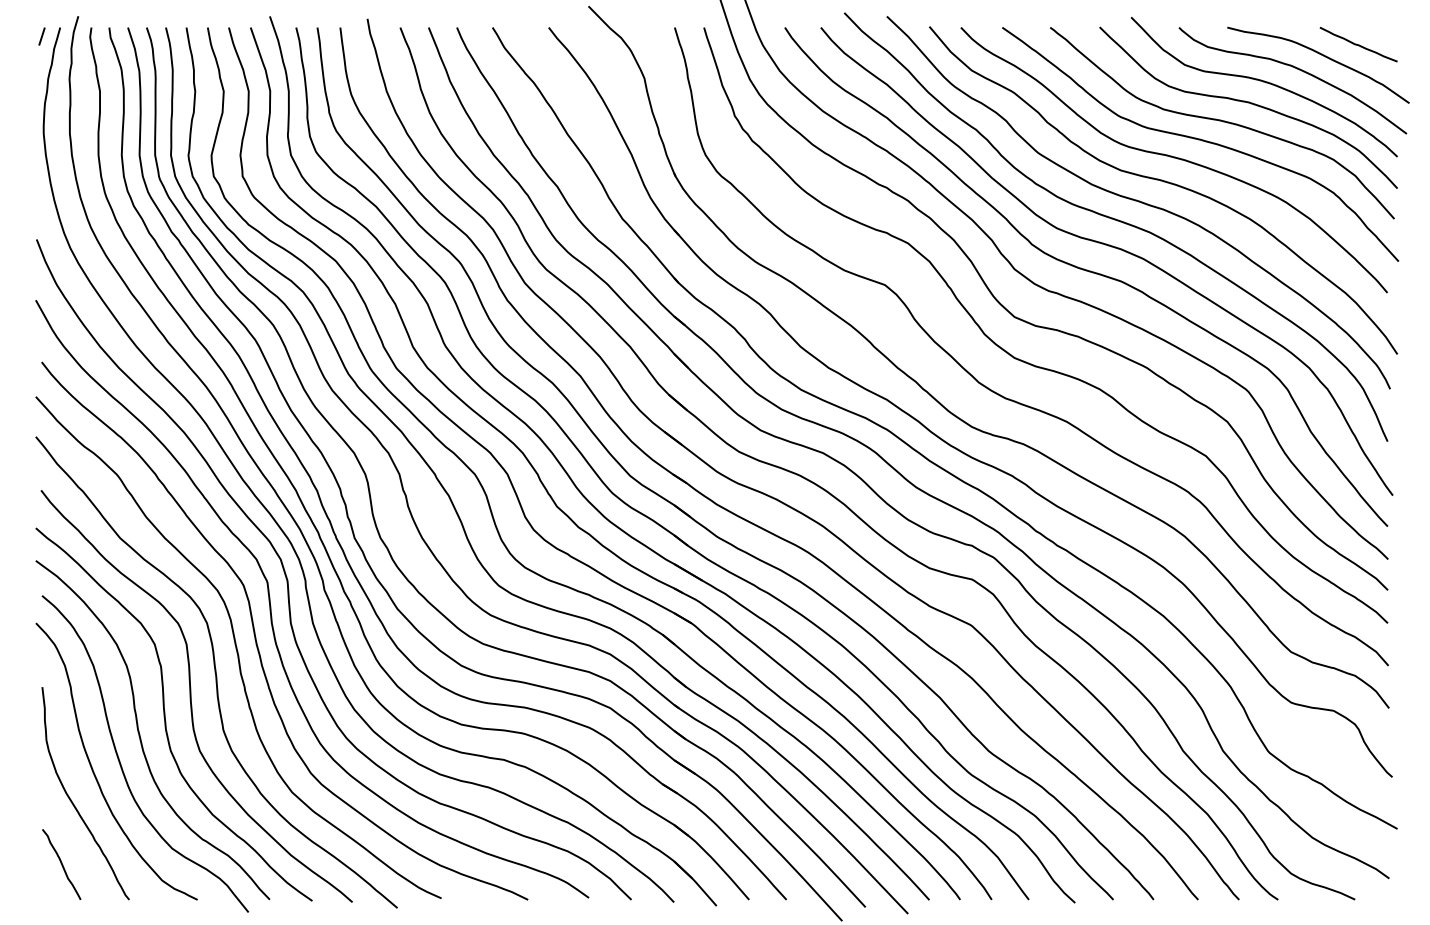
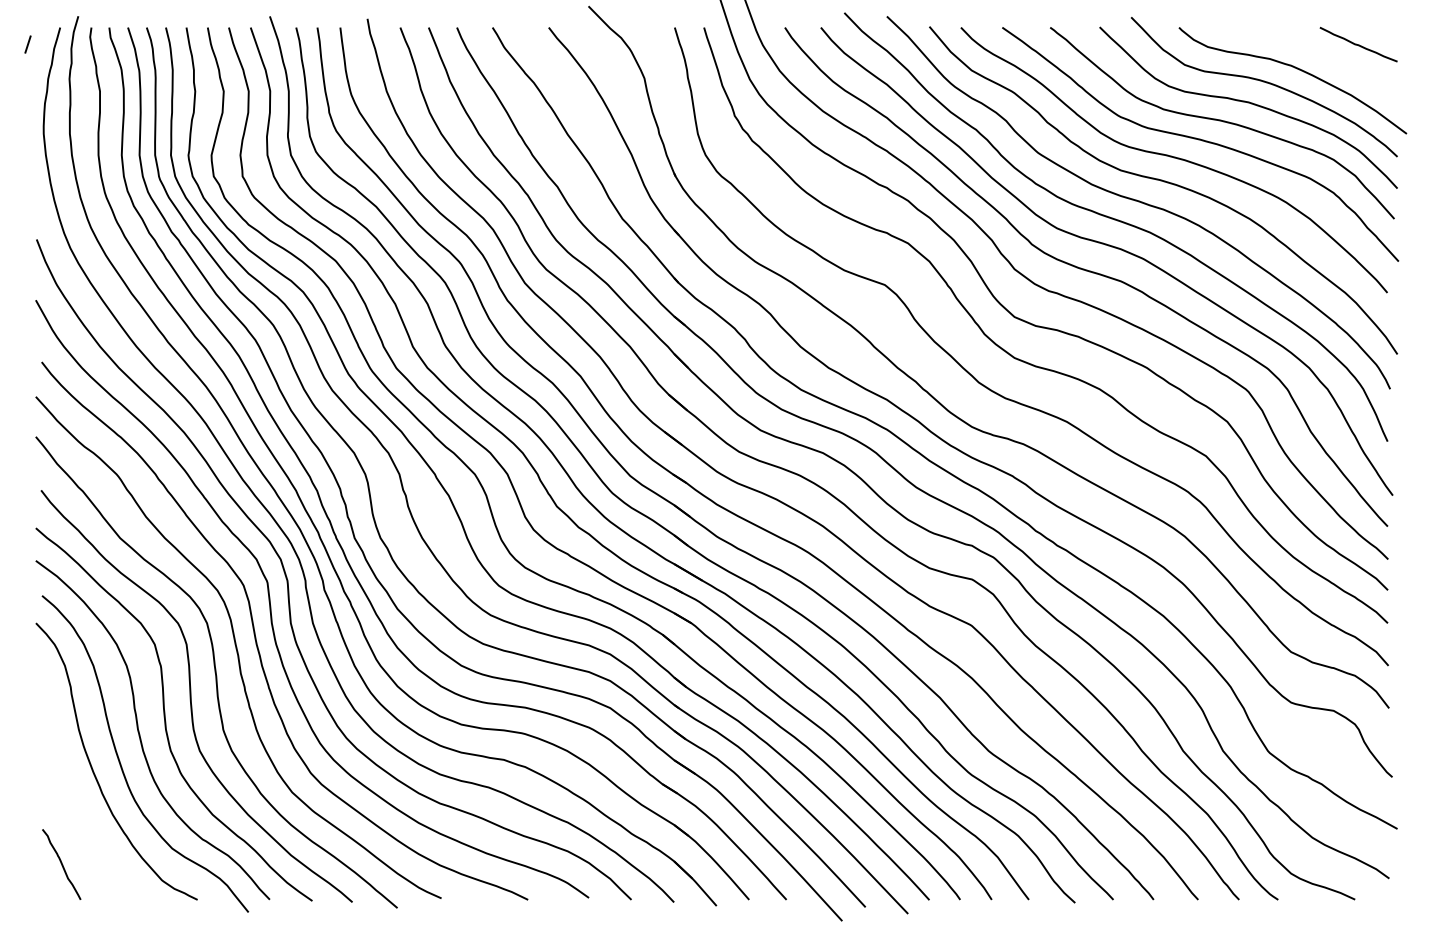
line at (41, 36) position: (41, 36) -> (27, 44)
curve at (1323, 56): present -> none
curve at (73, 802): present -> none
